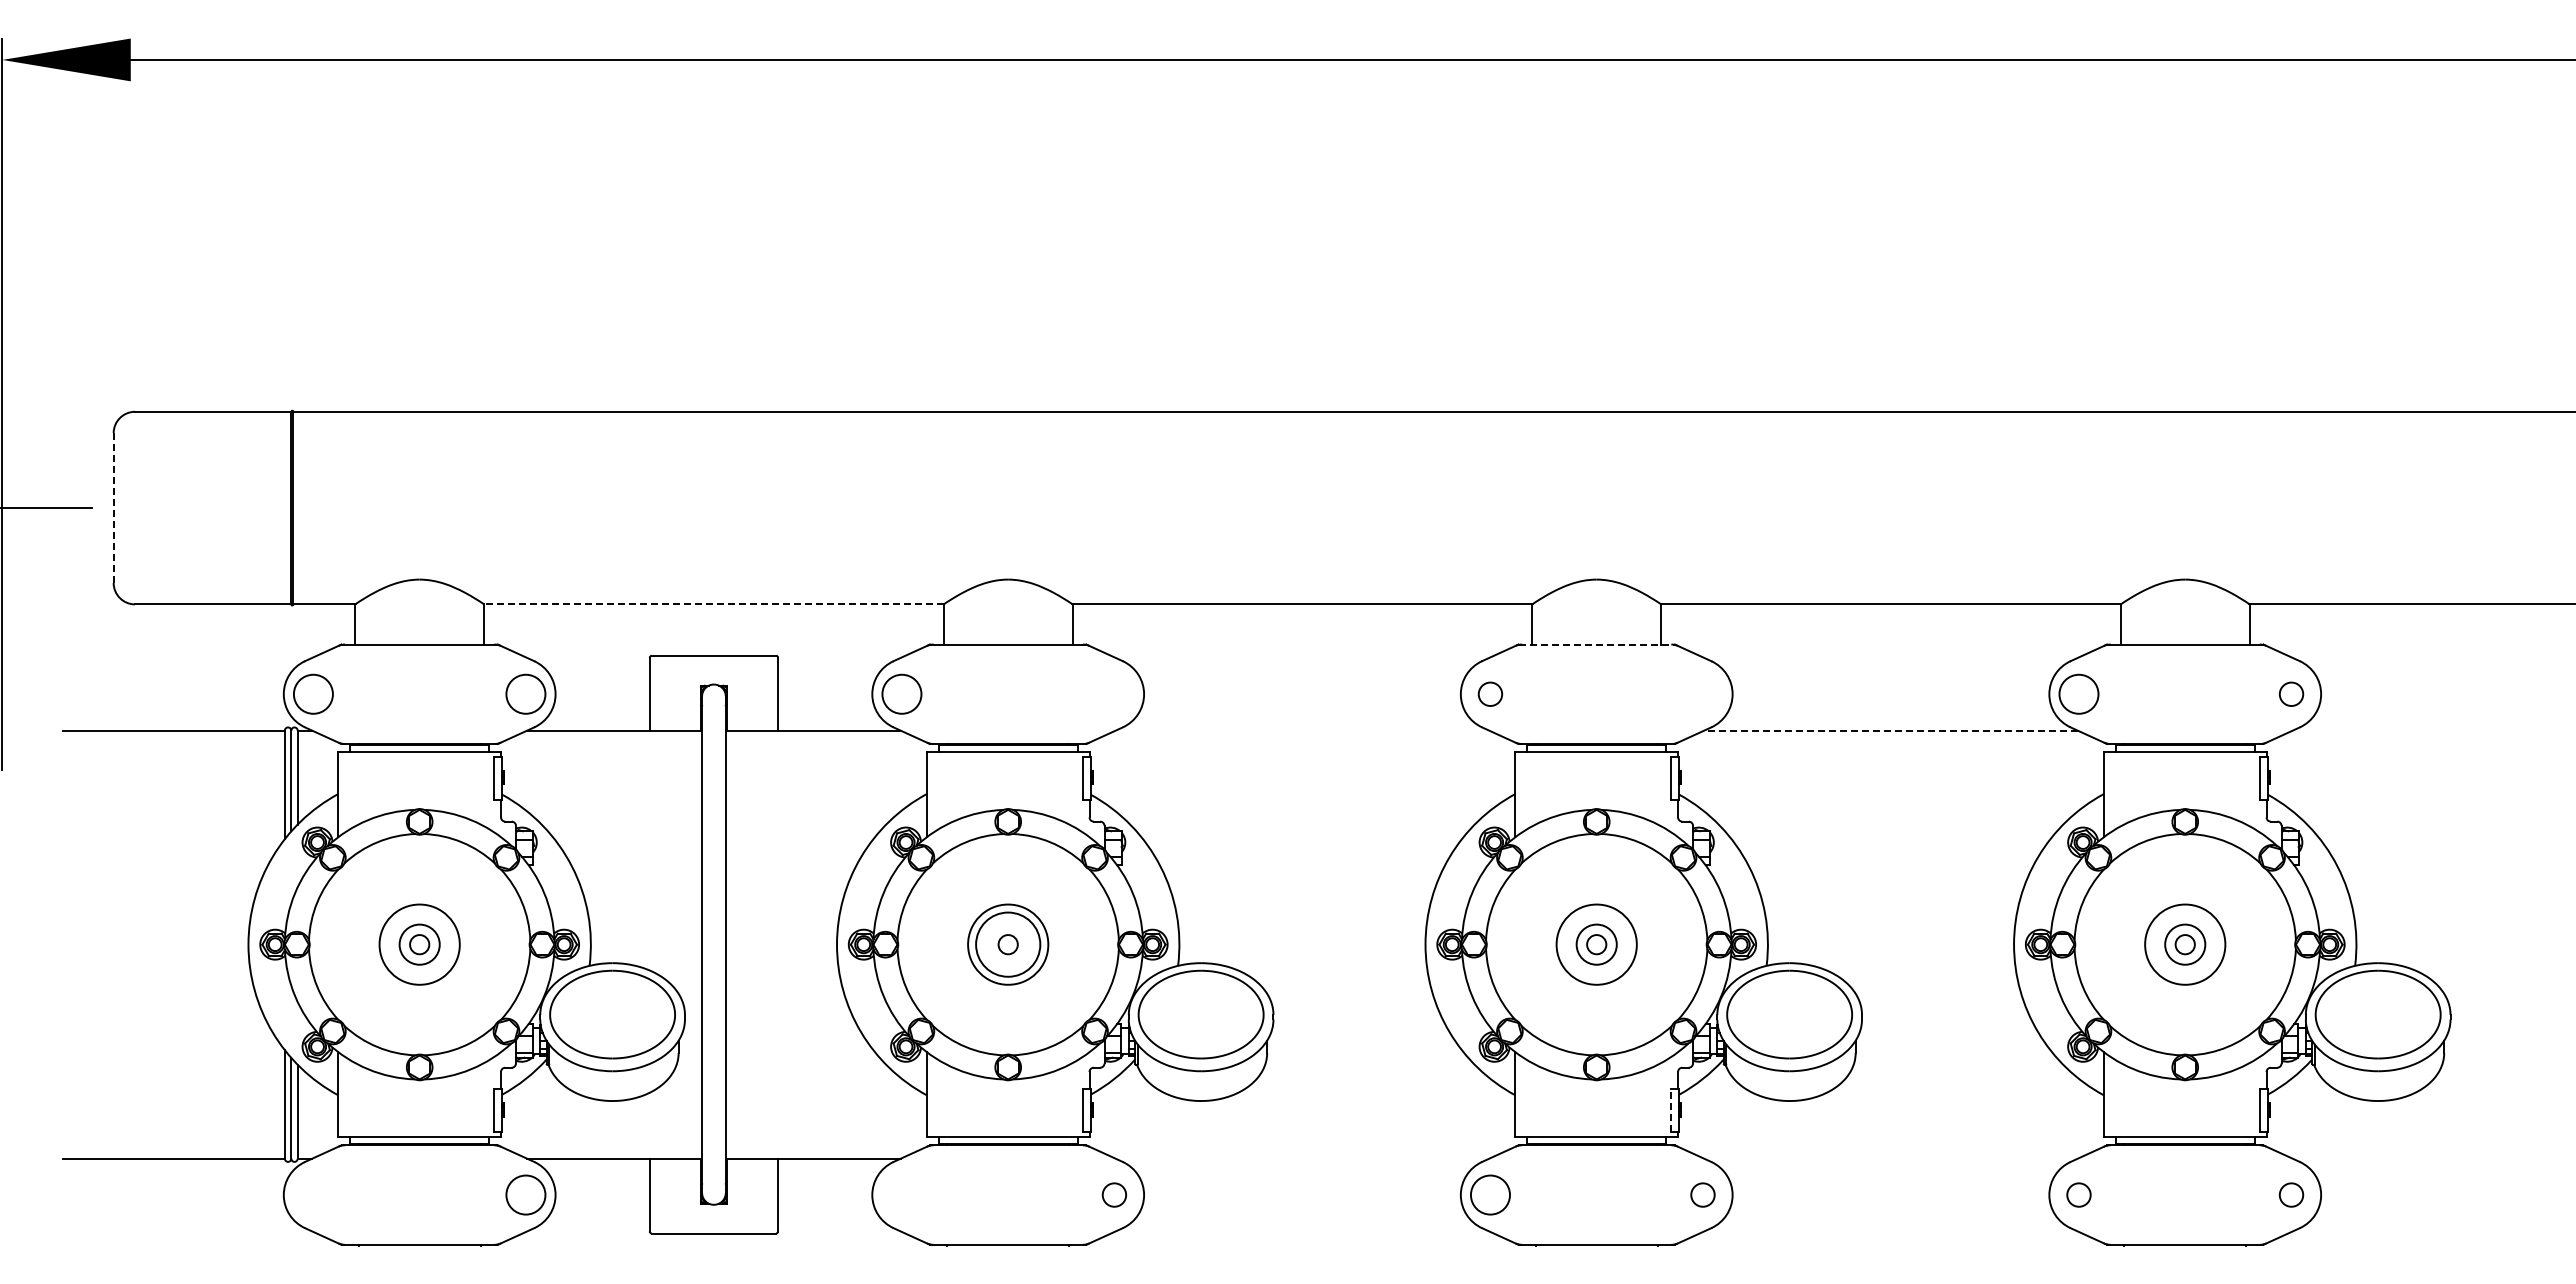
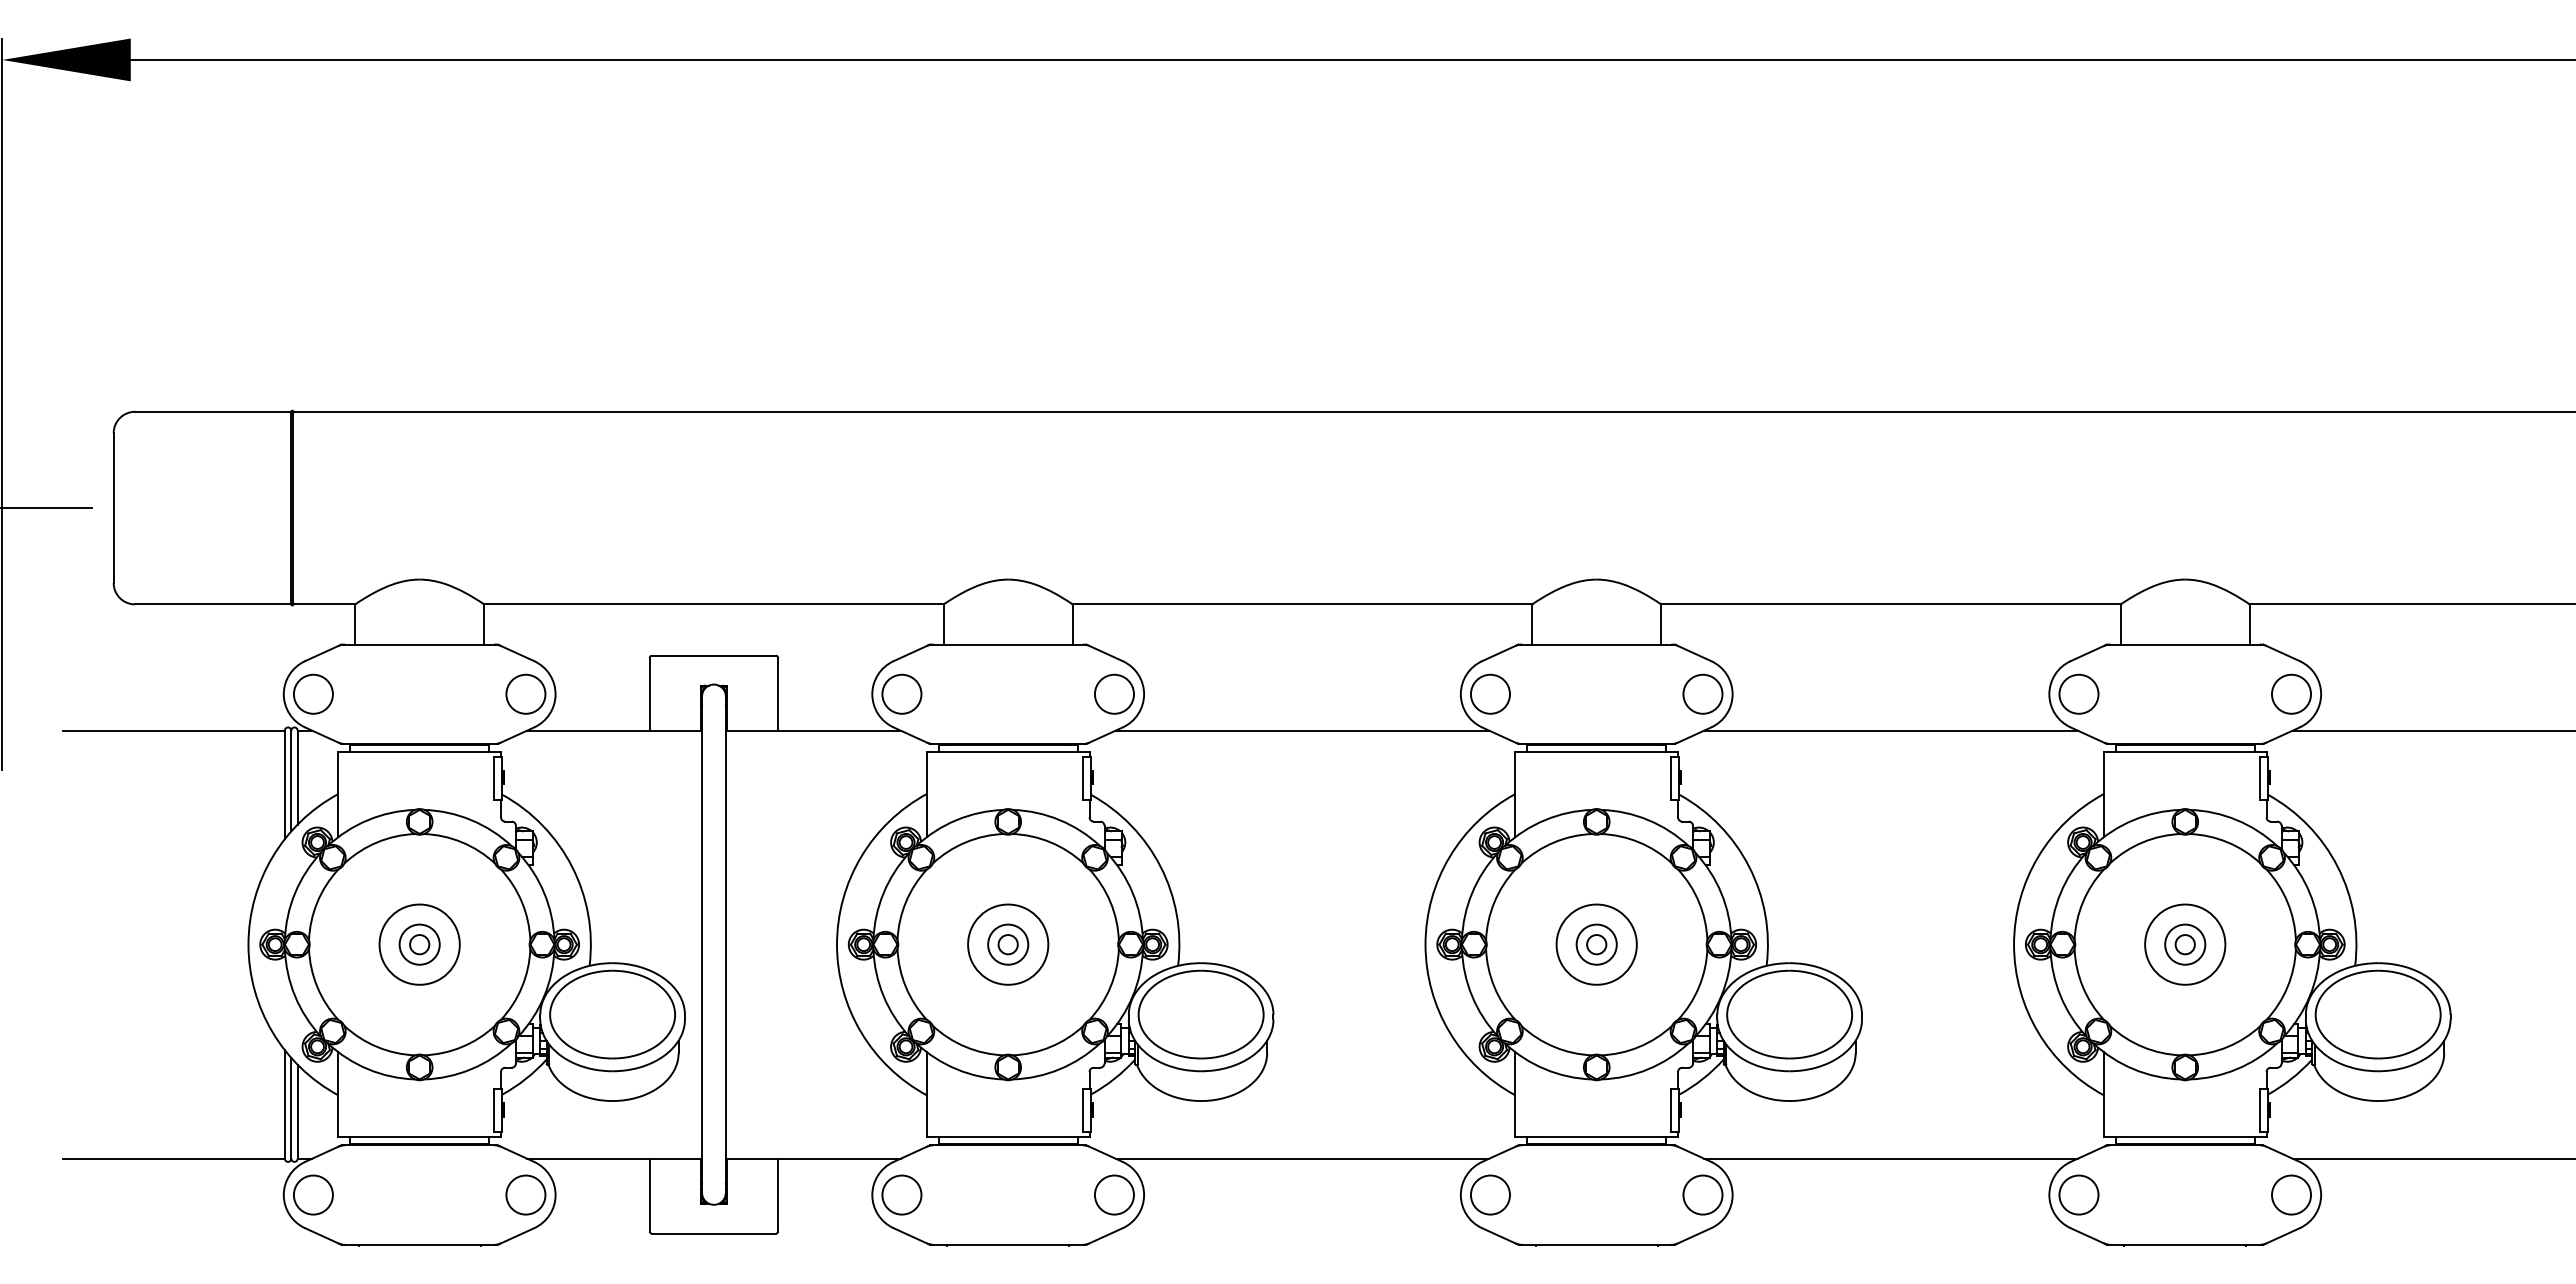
line at (113, 508): dashed -> solid
line at (713, 604): dashed -> solid
line at (1596, 644): dashed -> solid
circle at (1114, 693): none -> present
circle at (1702, 693): none -> present
circle at (1490, 694) diameter: 23 px -> 39 px
circle at (2291, 694) diameter: 23 px -> 39 px
line at (1302, 730): none -> present
line at (1890, 730): dashed -> solid
line at (2432, 730): none -> present
circle at (1008, 944) diameter: 64 px -> 40 px
line at (1671, 1110): dashed -> solid
line at (1302, 1158): none -> present
line at (1890, 1158): none -> present
line at (2432, 1158): none -> present
circle at (313, 1194): none -> present
circle at (901, 1194): none -> present
circle at (1114, 1194) diameter: 23 px -> 39 px
circle at (1702, 1194) diameter: 23 px -> 39 px
circle at (2078, 1194) diameter: 23 px -> 39 px
circle at (2291, 1194) diameter: 23 px -> 39 px
